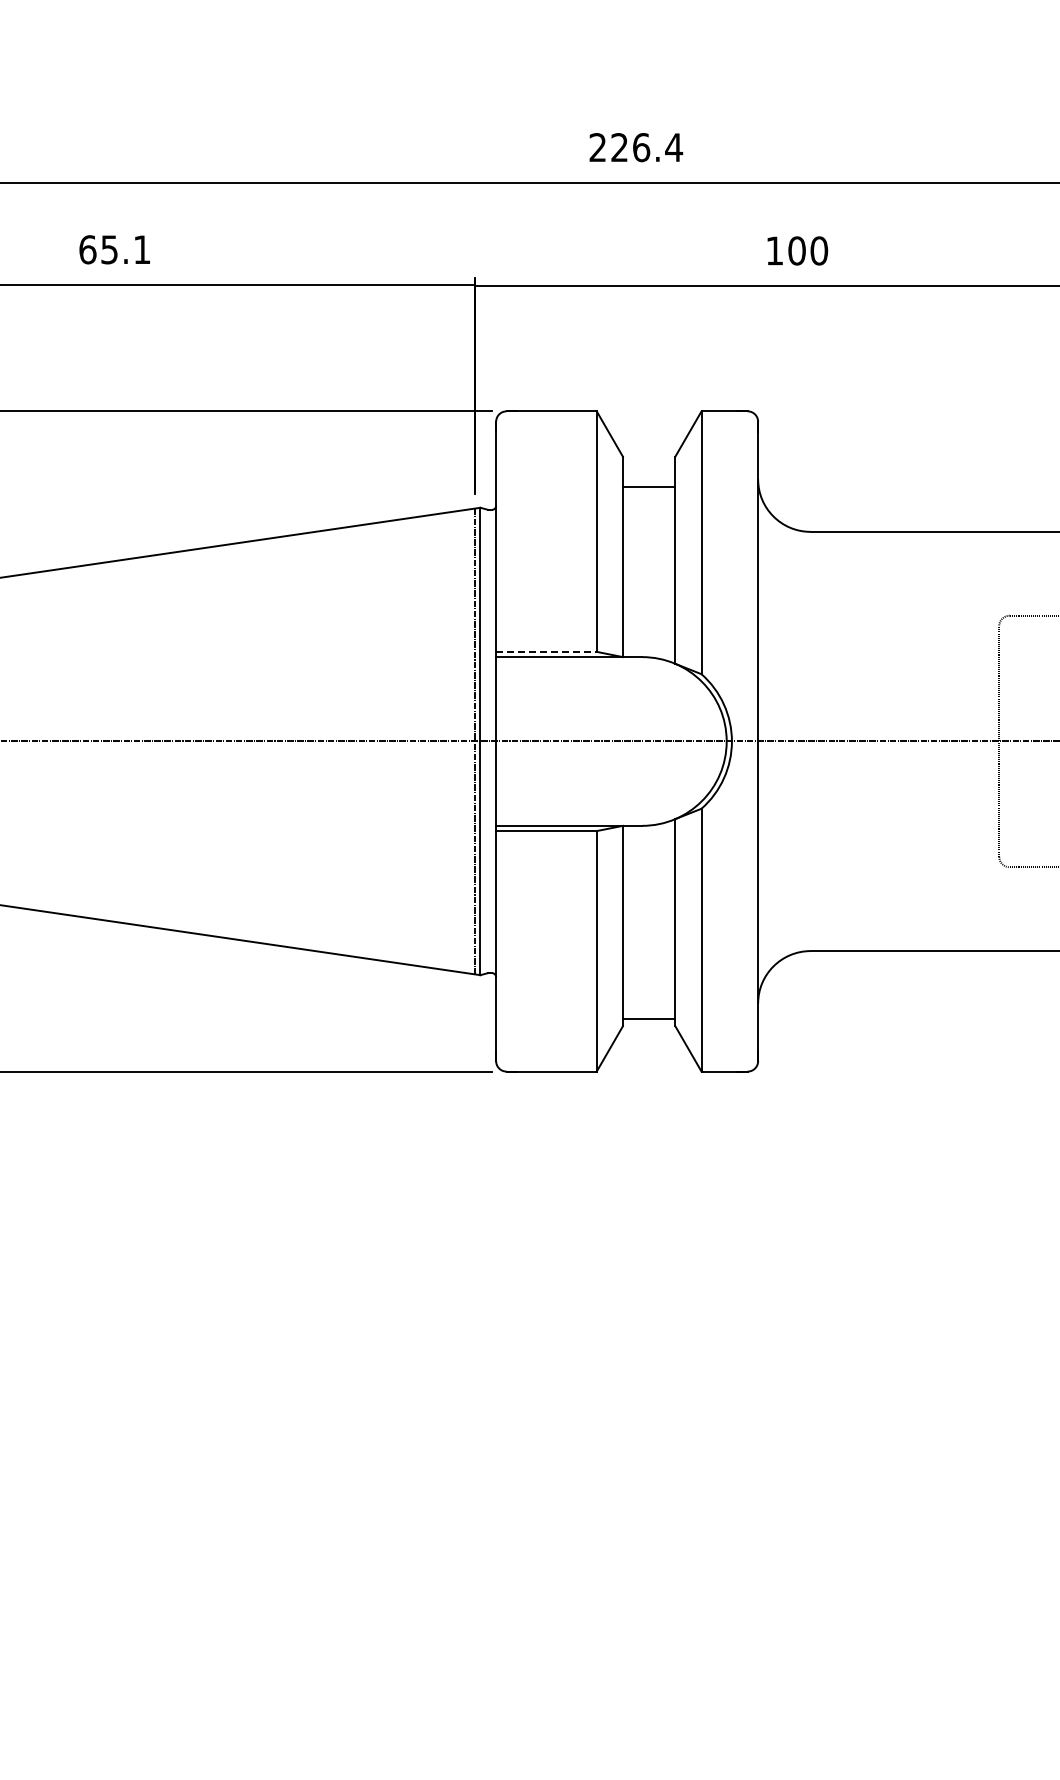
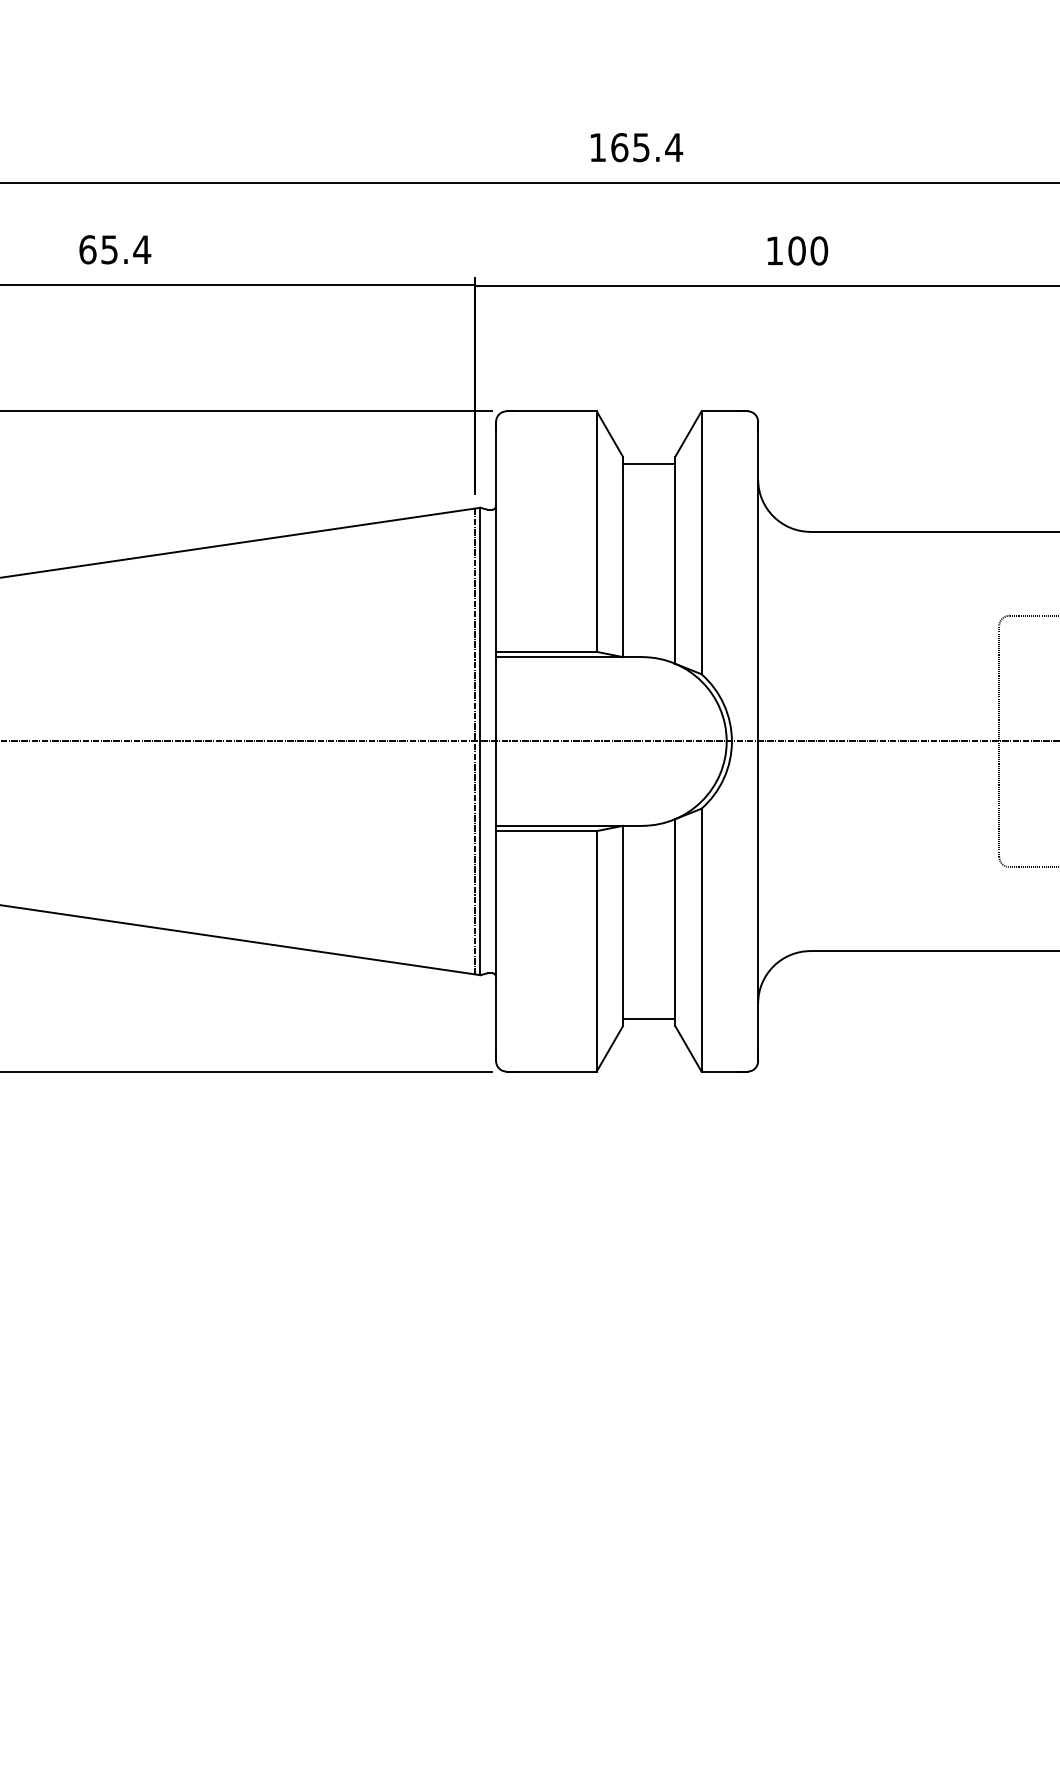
text at (619, 147): 226.4 -> 165.4
text at (142, 249): 65.1 -> 65.4
line at (648, 486) position: (648, 486) -> (648, 463)
line at (546, 651): dashed -> solid
